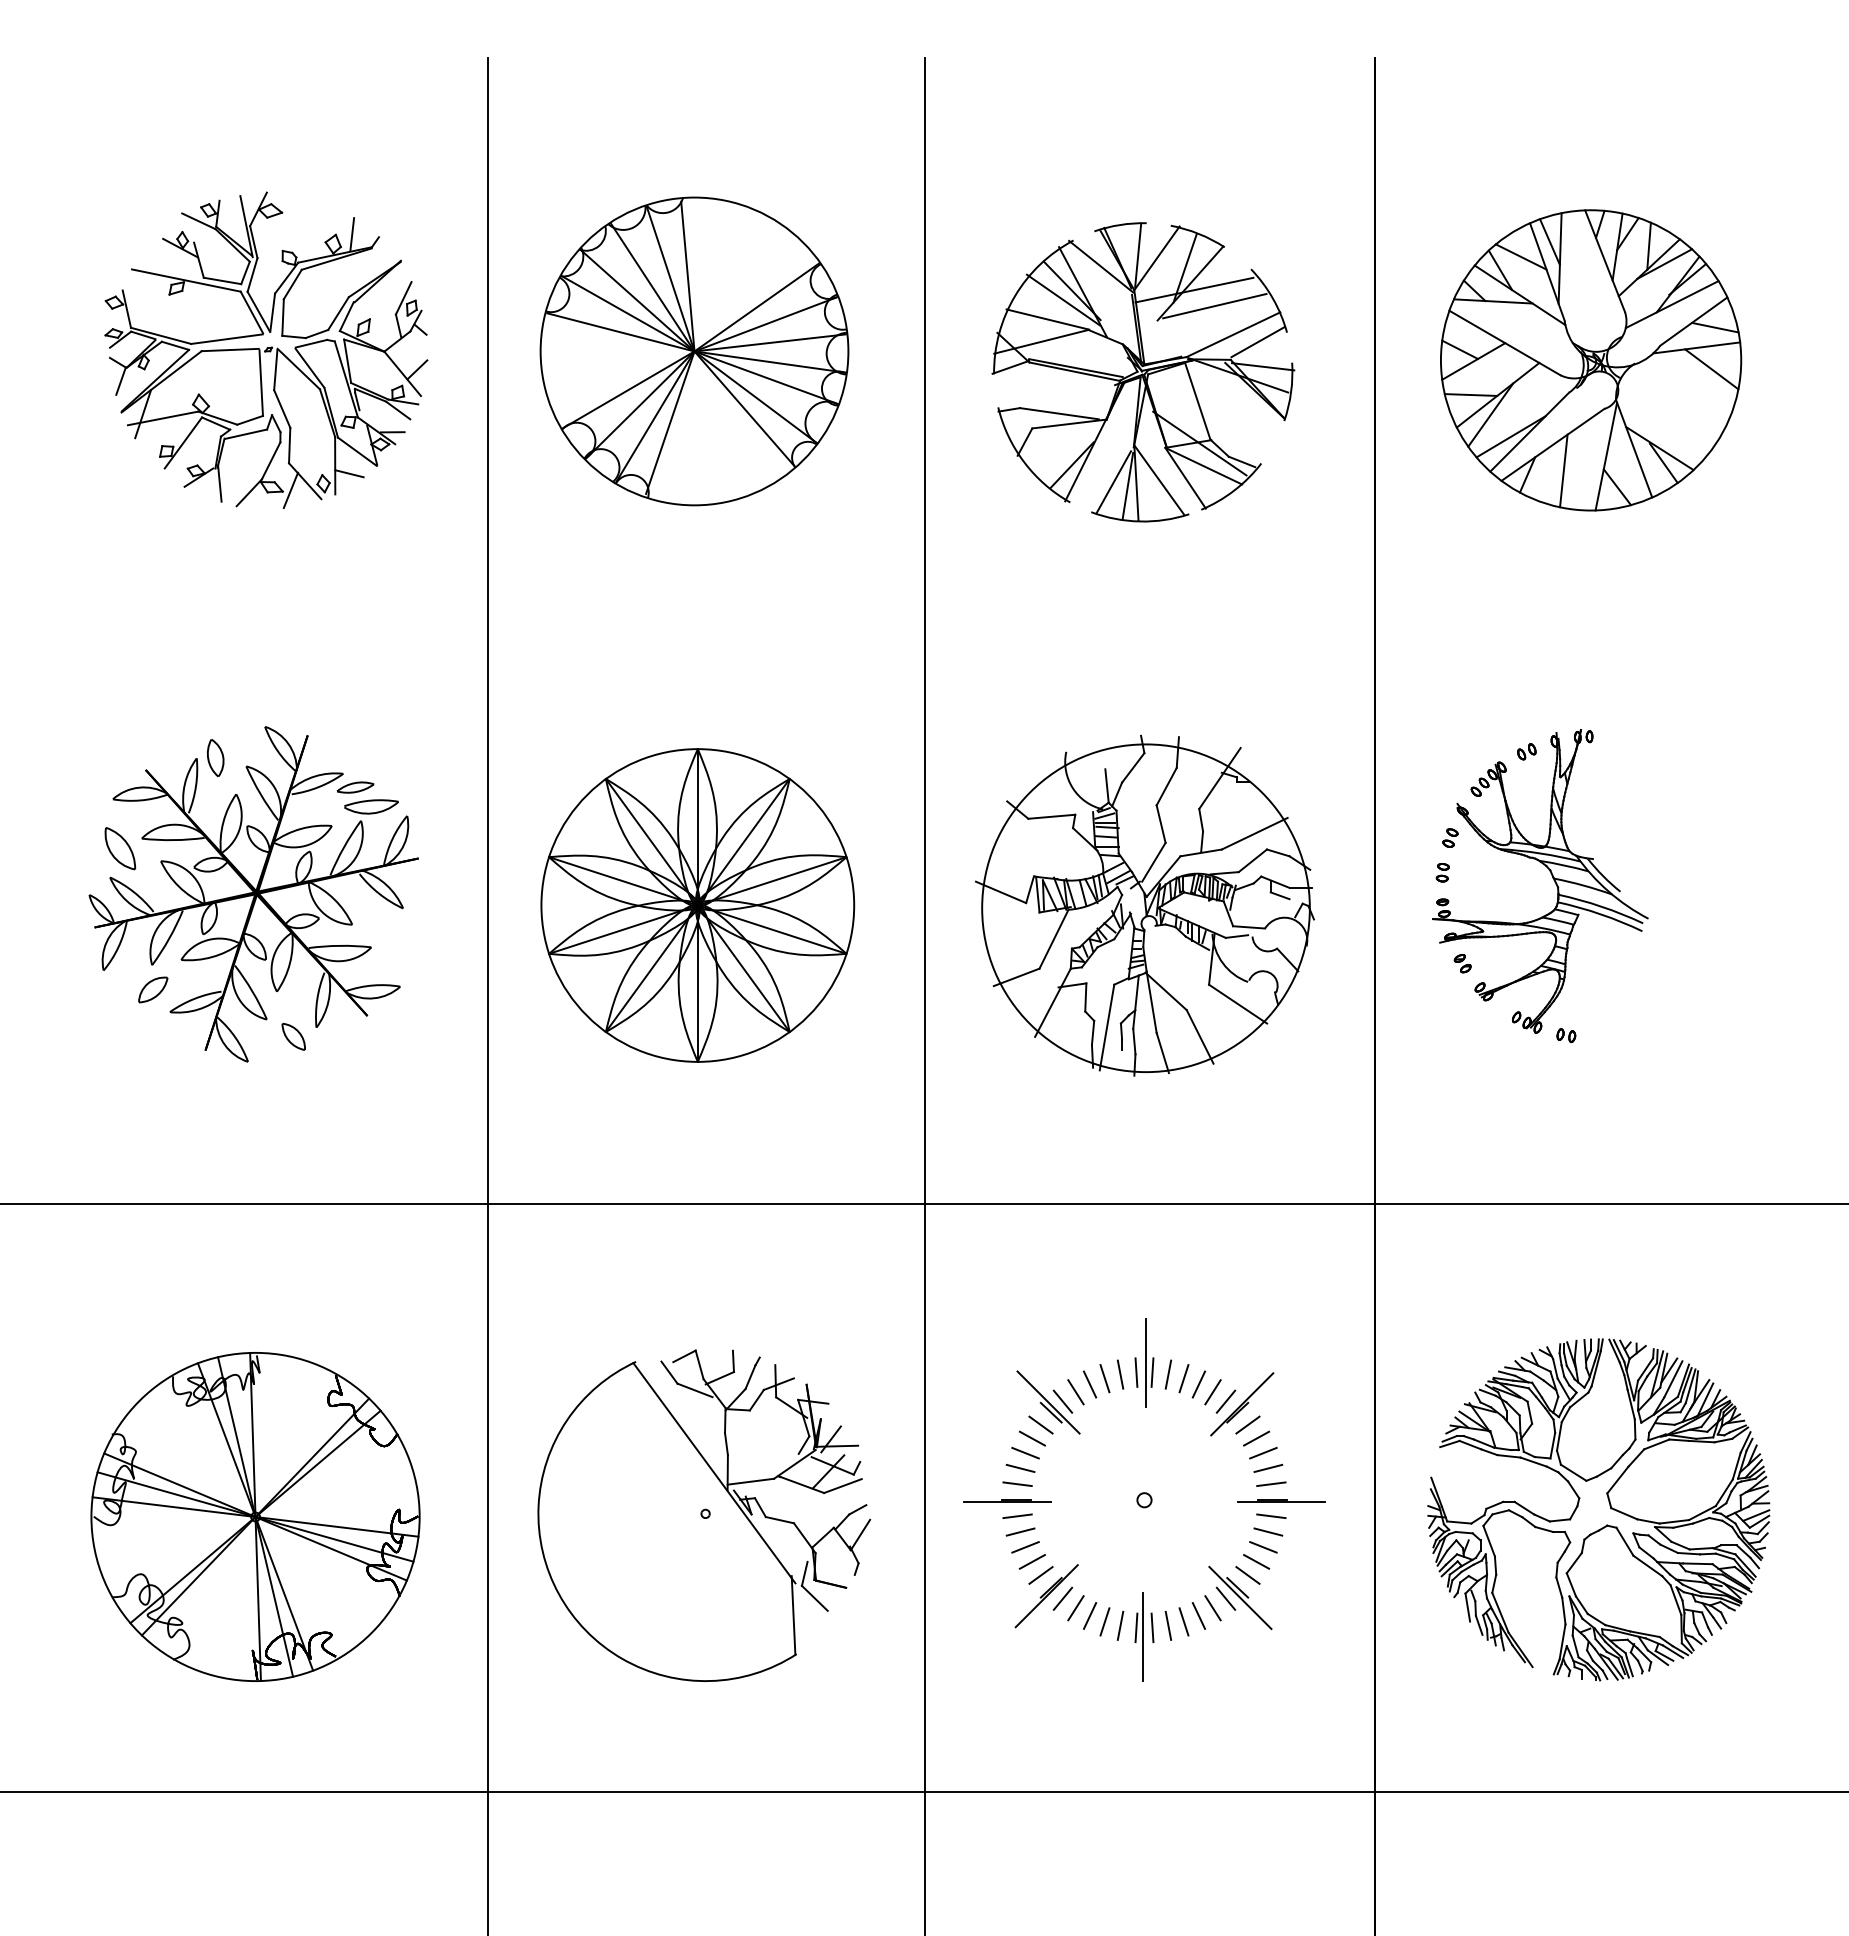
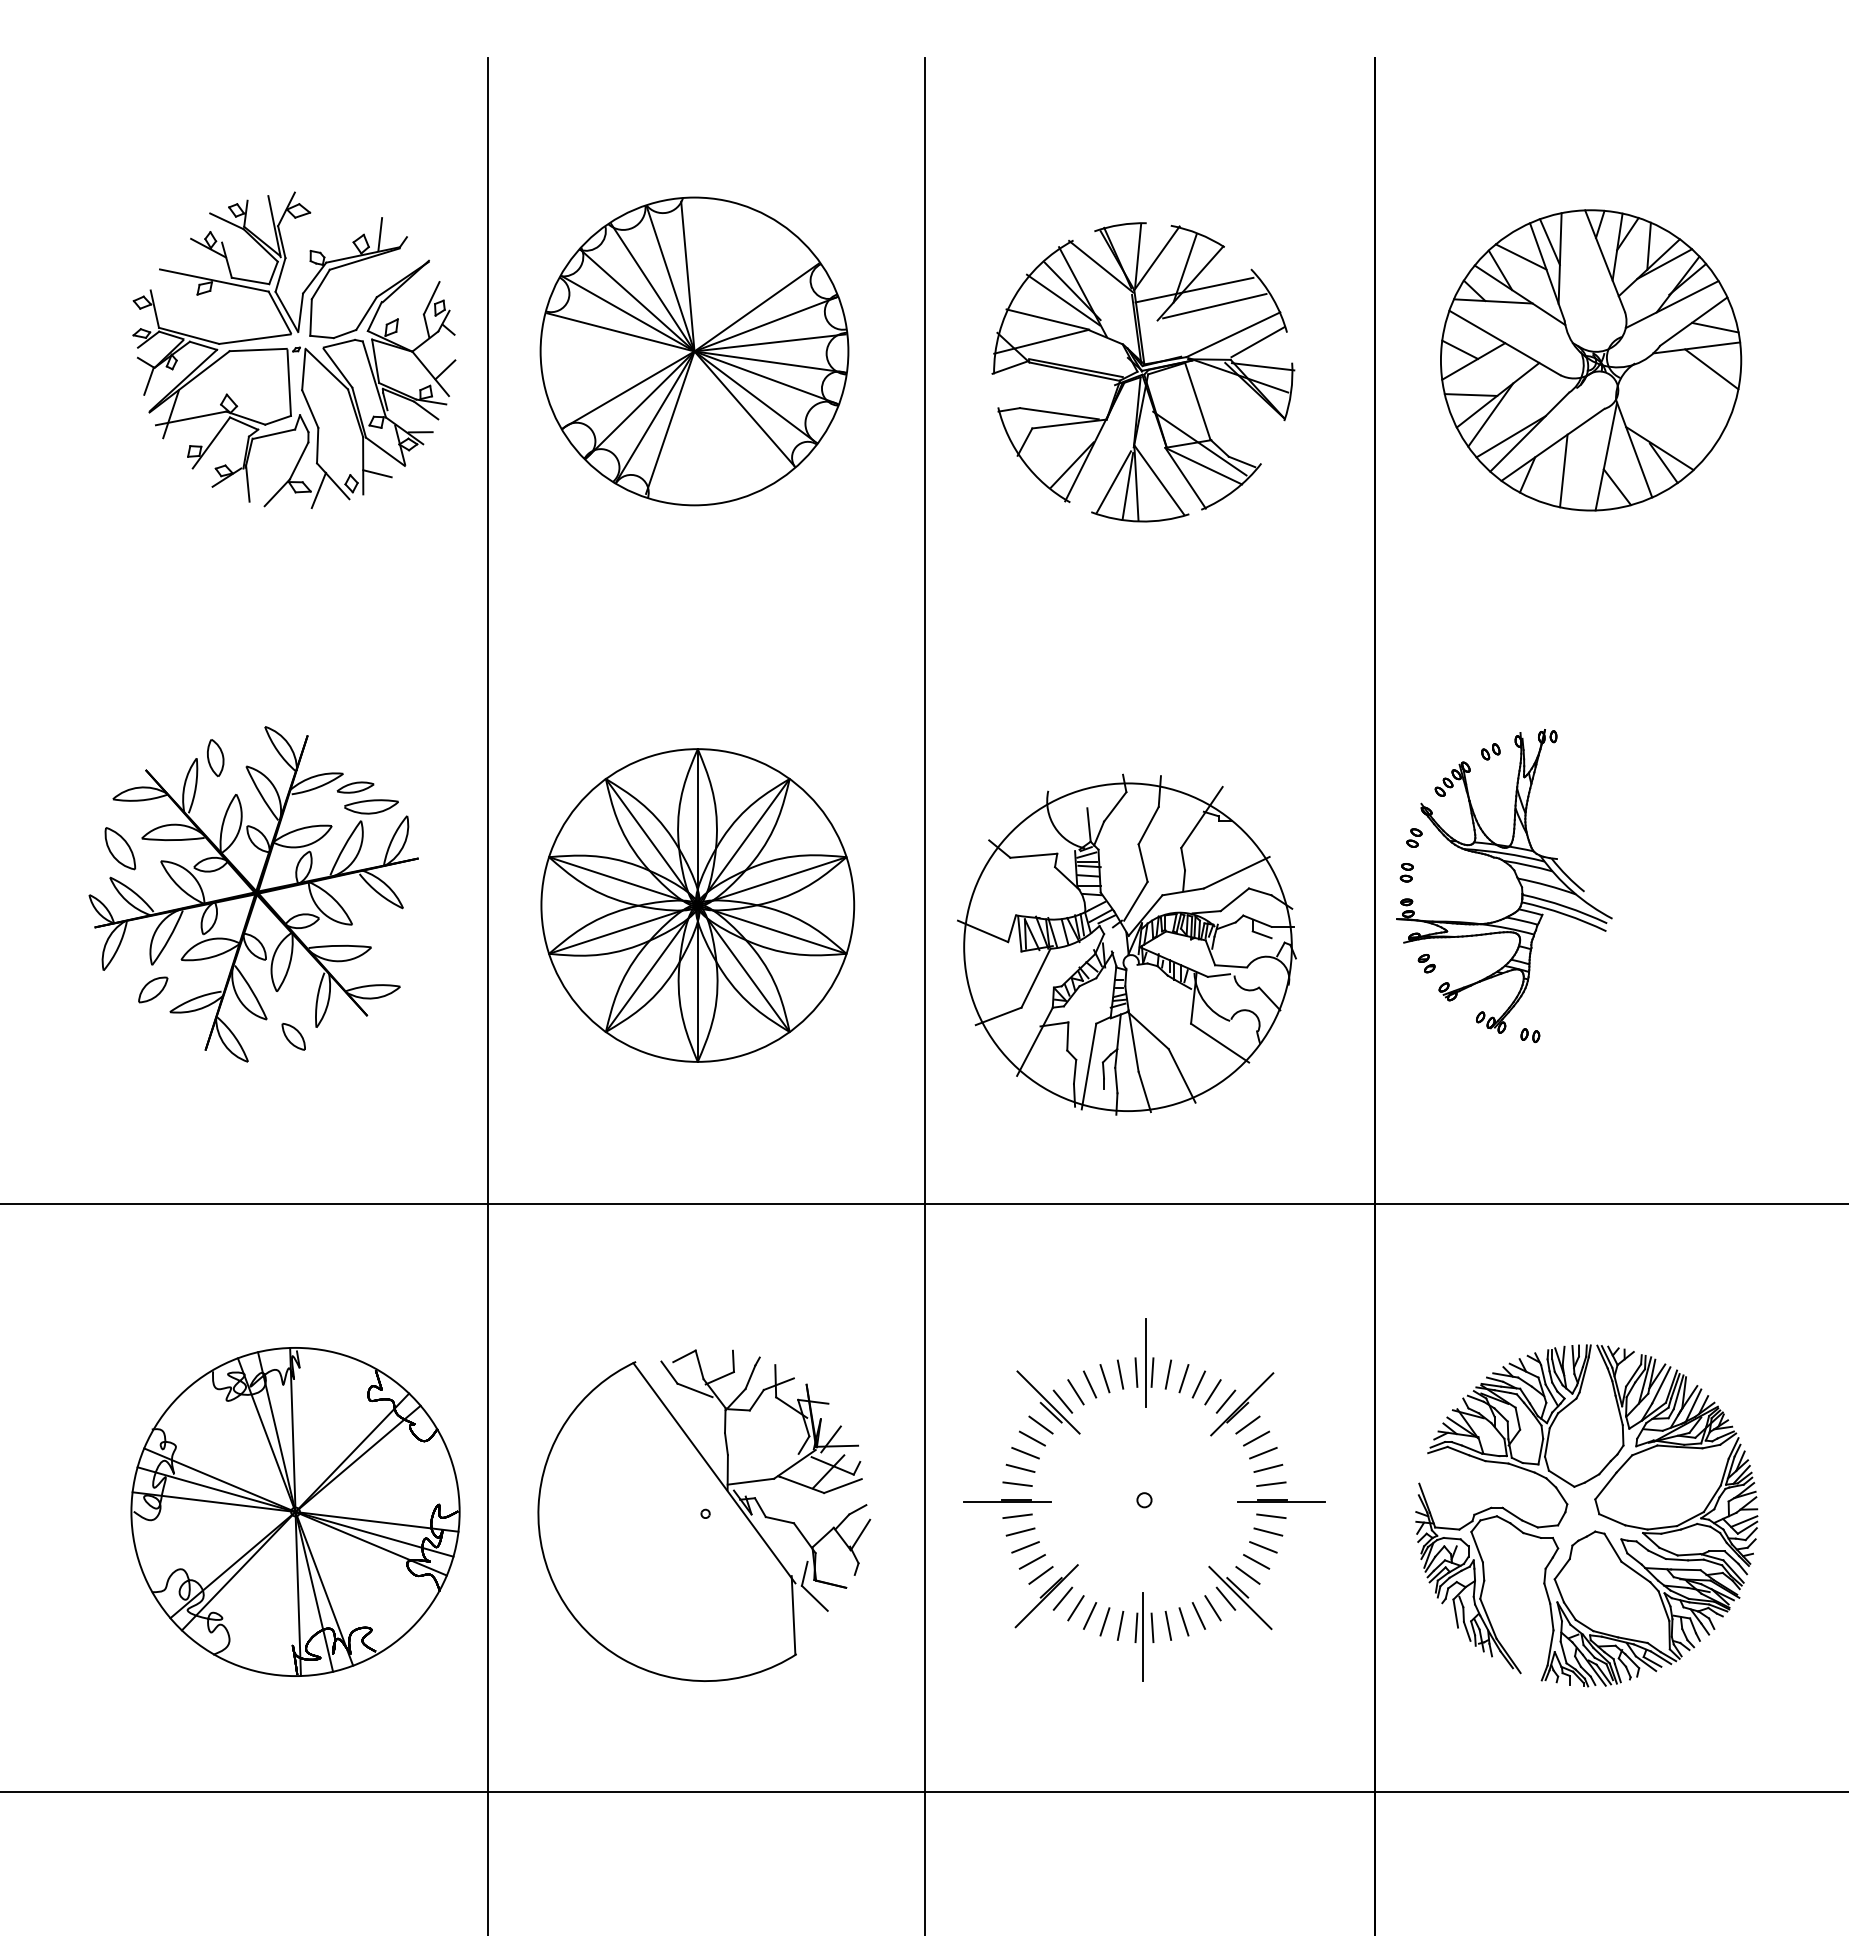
part at (266, 349) position: (266, 349) -> (294, 349)
part at (1553, 880) position: (1553, 880) -> (1517, 880)
part at (1144, 905) position: (1144, 905) -> (1126, 944)
part at (1609, 1506) position: (1609, 1506) -> (1597, 1512)
part at (255, 1516) position: (255, 1516) -> (295, 1511)
